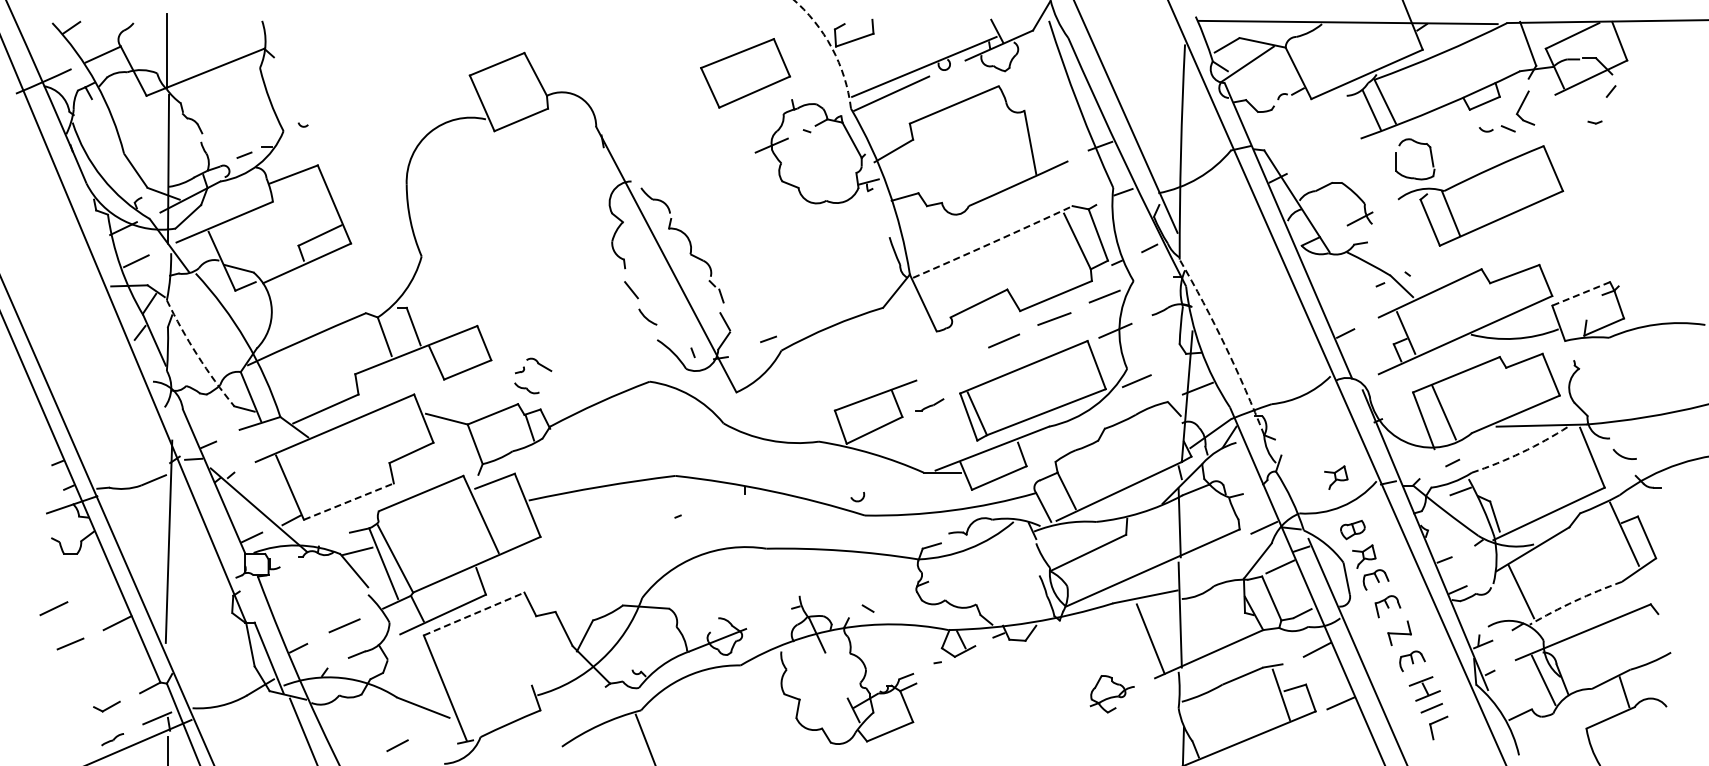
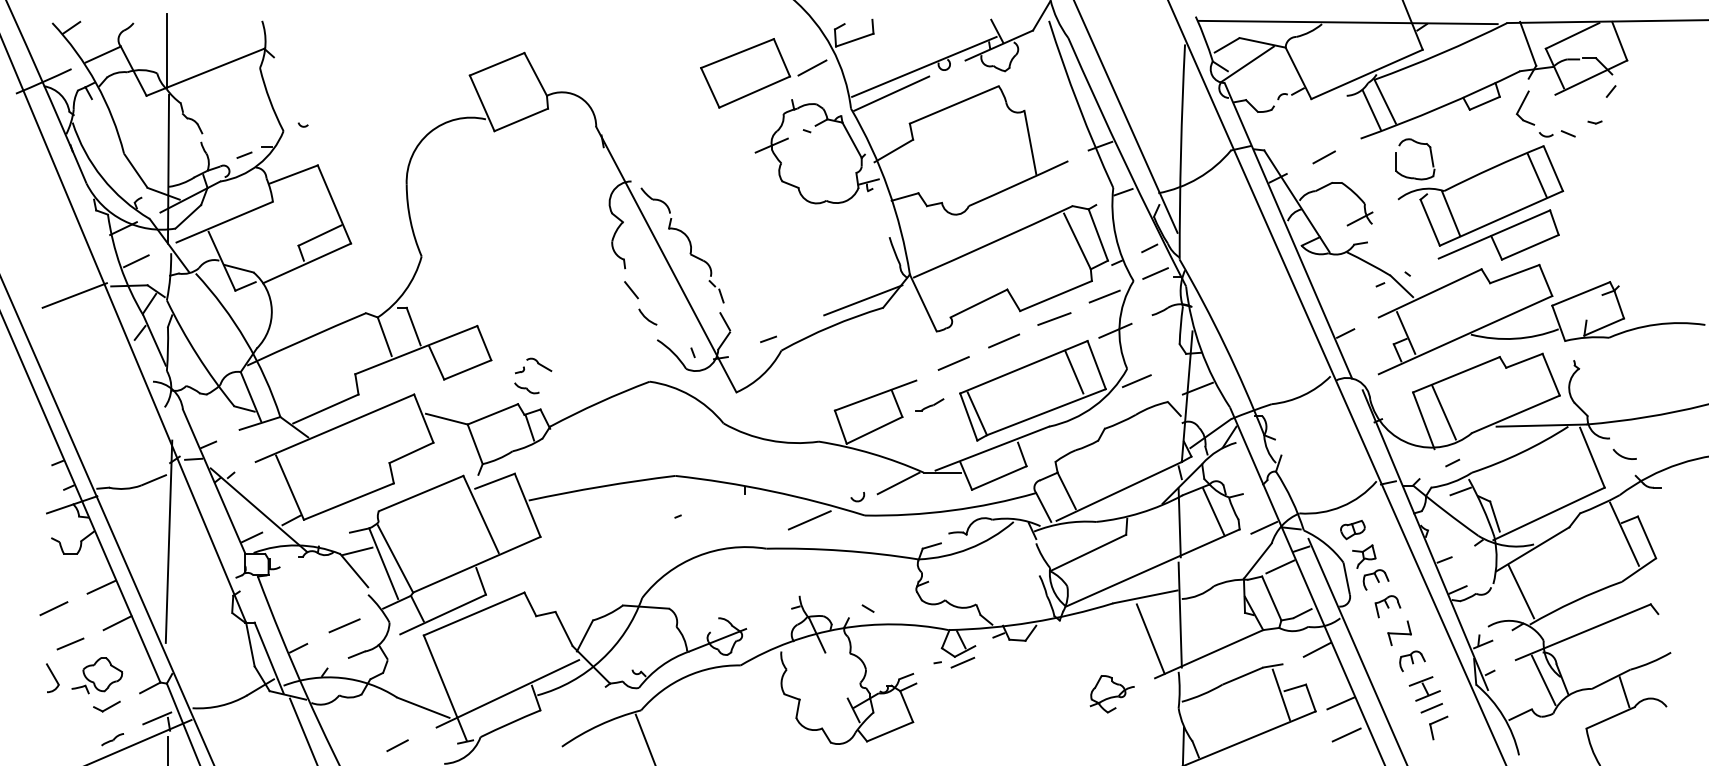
arc at (832, 48): dashed -> solid
line at (812, 67): none -> present
part at (1497, 128) position: (1497, 128) -> (1557, 133)
line at (1323, 157): none -> present
line at (1536, 175): none -> present
part at (1498, 234): none -> present
arc at (993, 242): dashed -> solid
line at (1155, 273): none -> present
line at (1580, 294): dashed -> solid
line at (74, 295): none -> present
line at (863, 300): none -> present
arc at (1225, 345): dashed -> solid
arc at (197, 355): dashed -> solid
line at (953, 363): none -> present
line at (1074, 371): none -> present
arc at (1521, 452): dashed -> solid
part at (1336, 477): present -> none
line at (898, 483): none -> present
line at (348, 501): dashed -> solid
line at (1213, 511): none -> present
line at (809, 520): none -> present
line at (101, 586): none -> present
arc at (1574, 601): dashed -> solid
line at (474, 614): dashed -> solid
line at (962, 662): none -> present
part at (97, 675): none -> present
part at (52, 678): none -> present
line at (507, 693): none -> present
line at (1346, 734): none -> present
